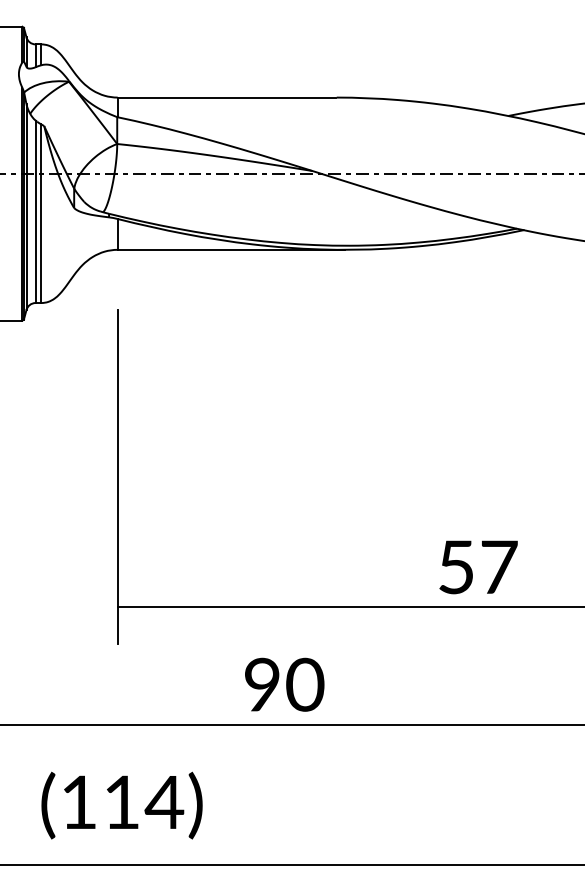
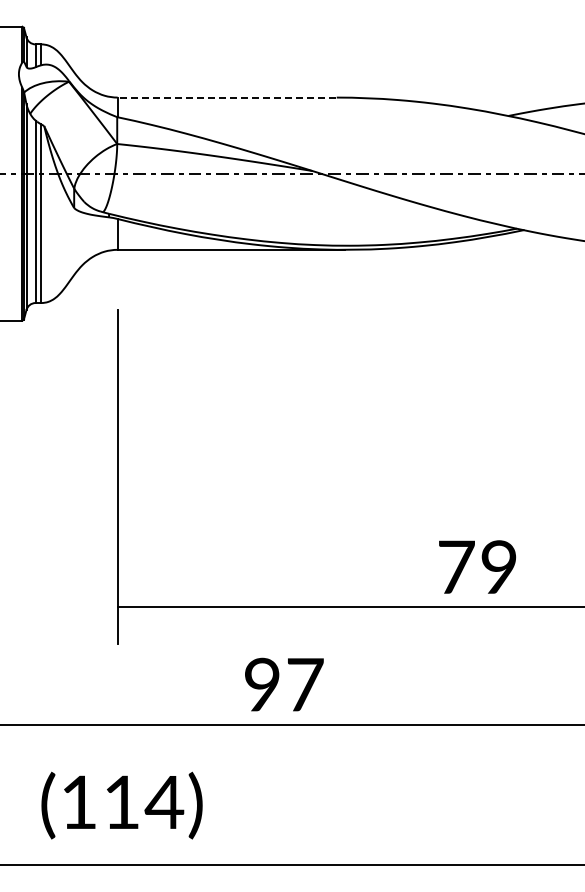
line at (226, 97): solid -> dashed
text at (478, 567): 57 -> 79
text at (305, 684): 90 -> 97
